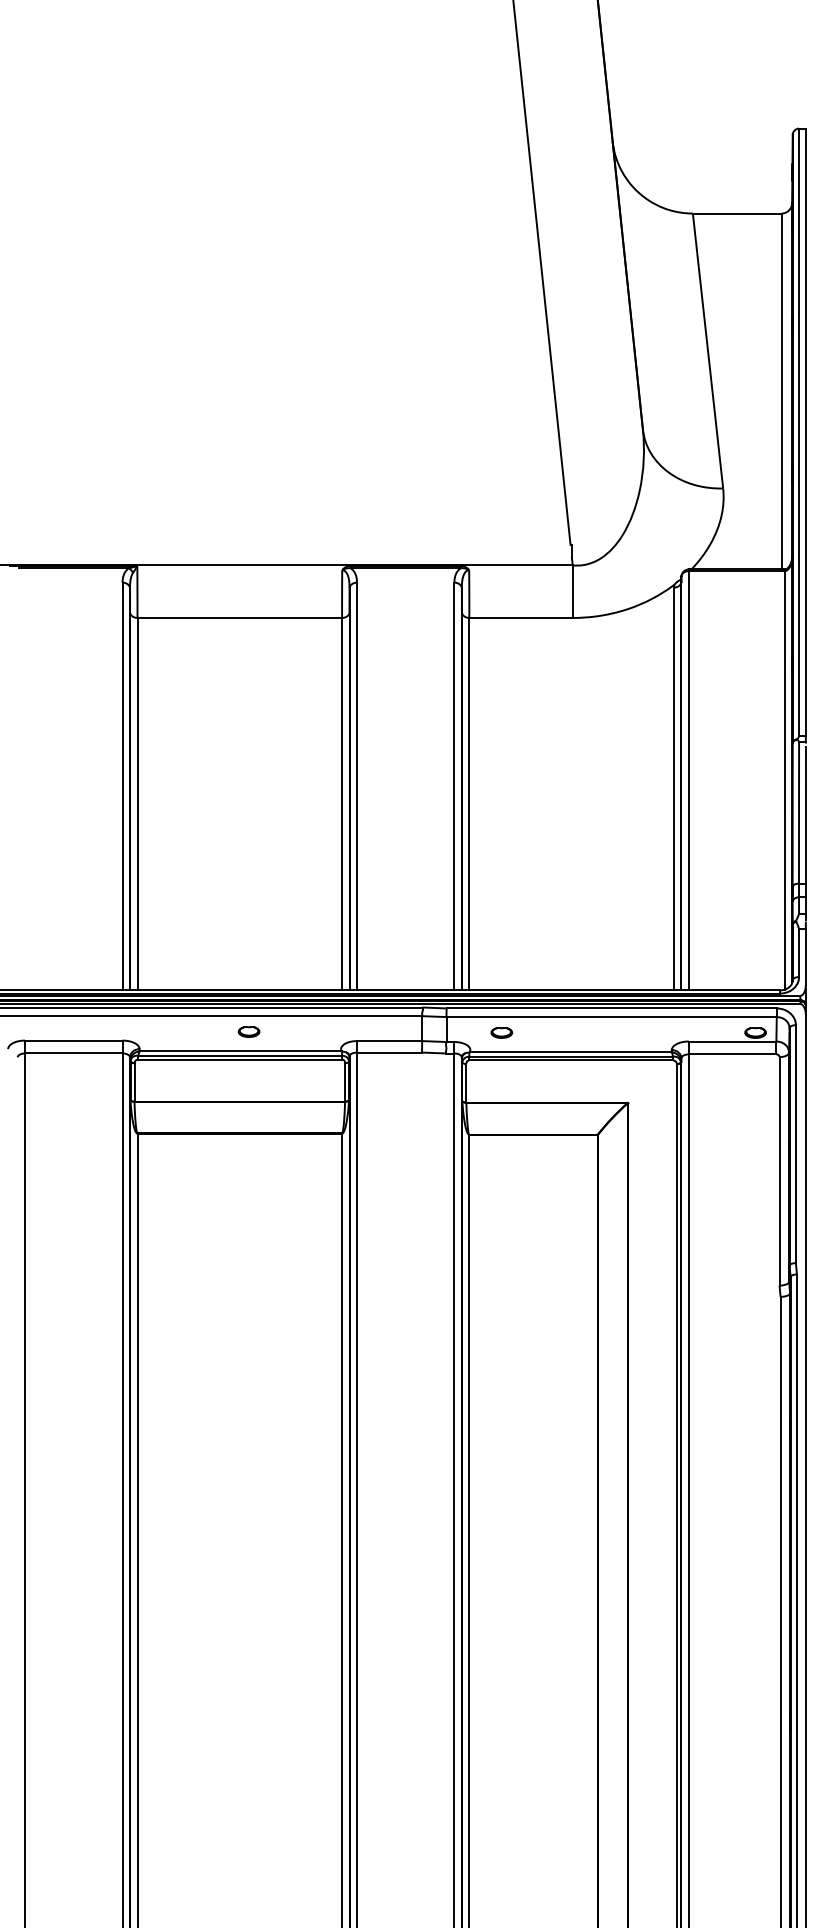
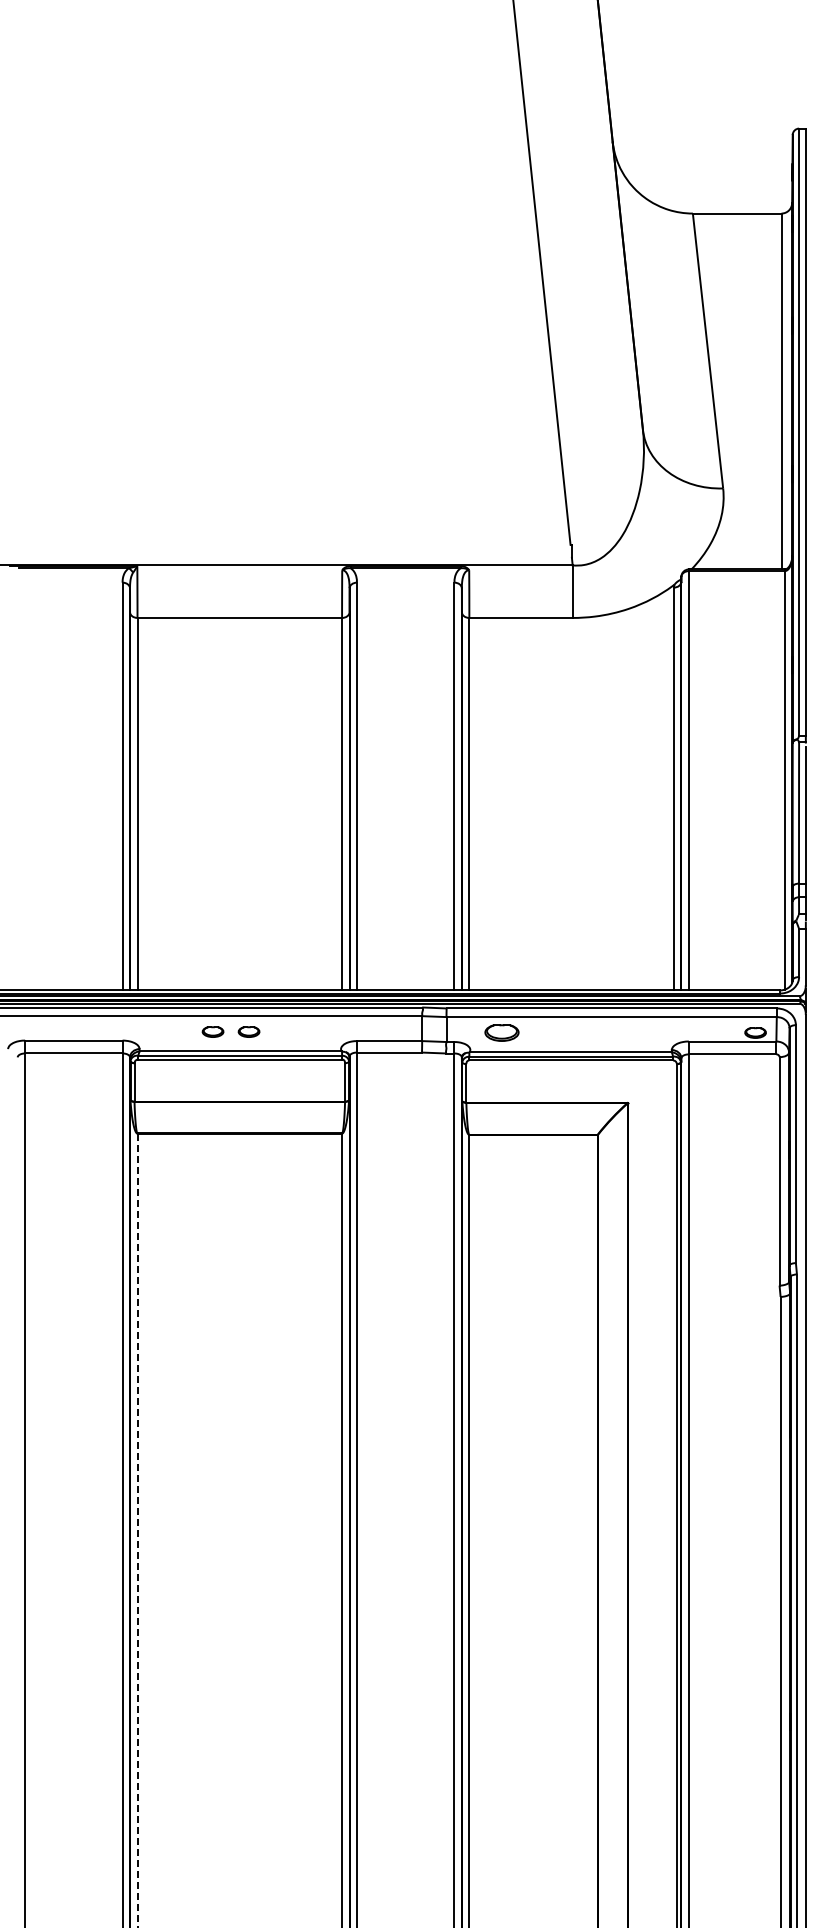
part at (212, 1031): none -> present
part at (501, 1032) size: 23x12 px -> 36x18 px
line at (137, 1530): solid -> dashed
